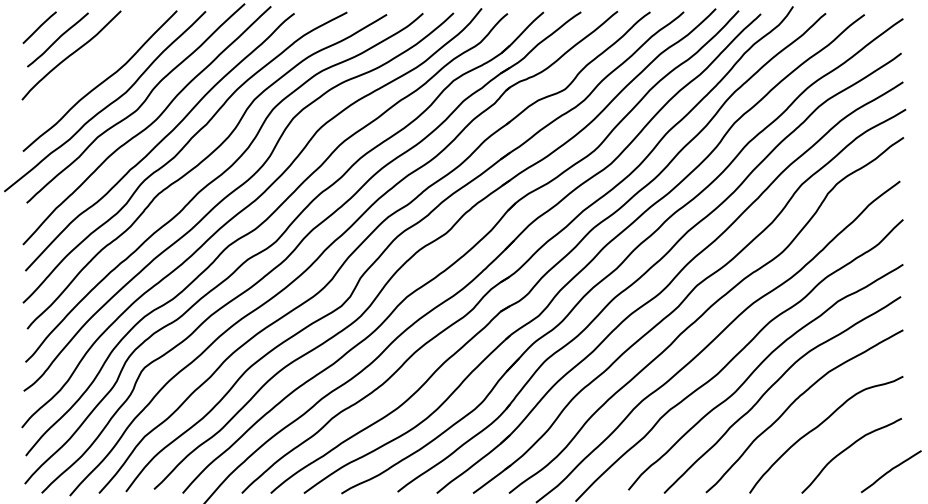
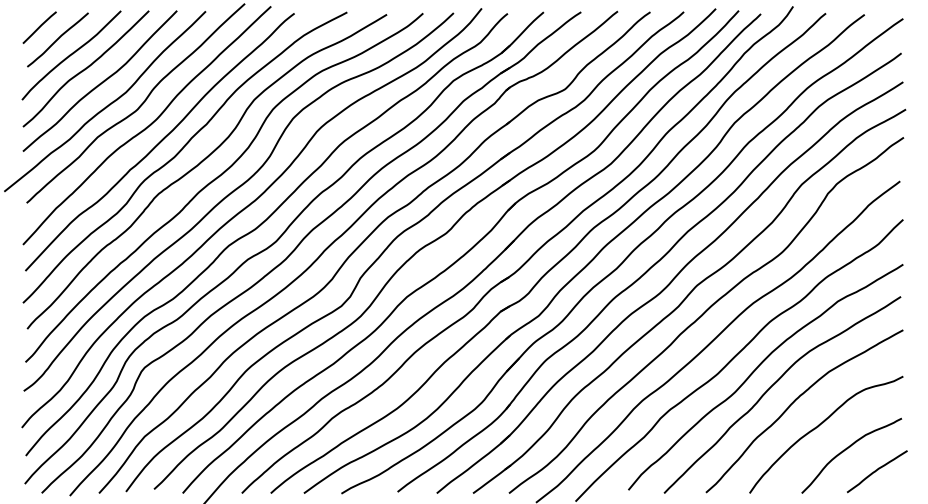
curve at (85, 68): none -> present
curve at (891, 470) position: (891, 470) -> (877, 470)
